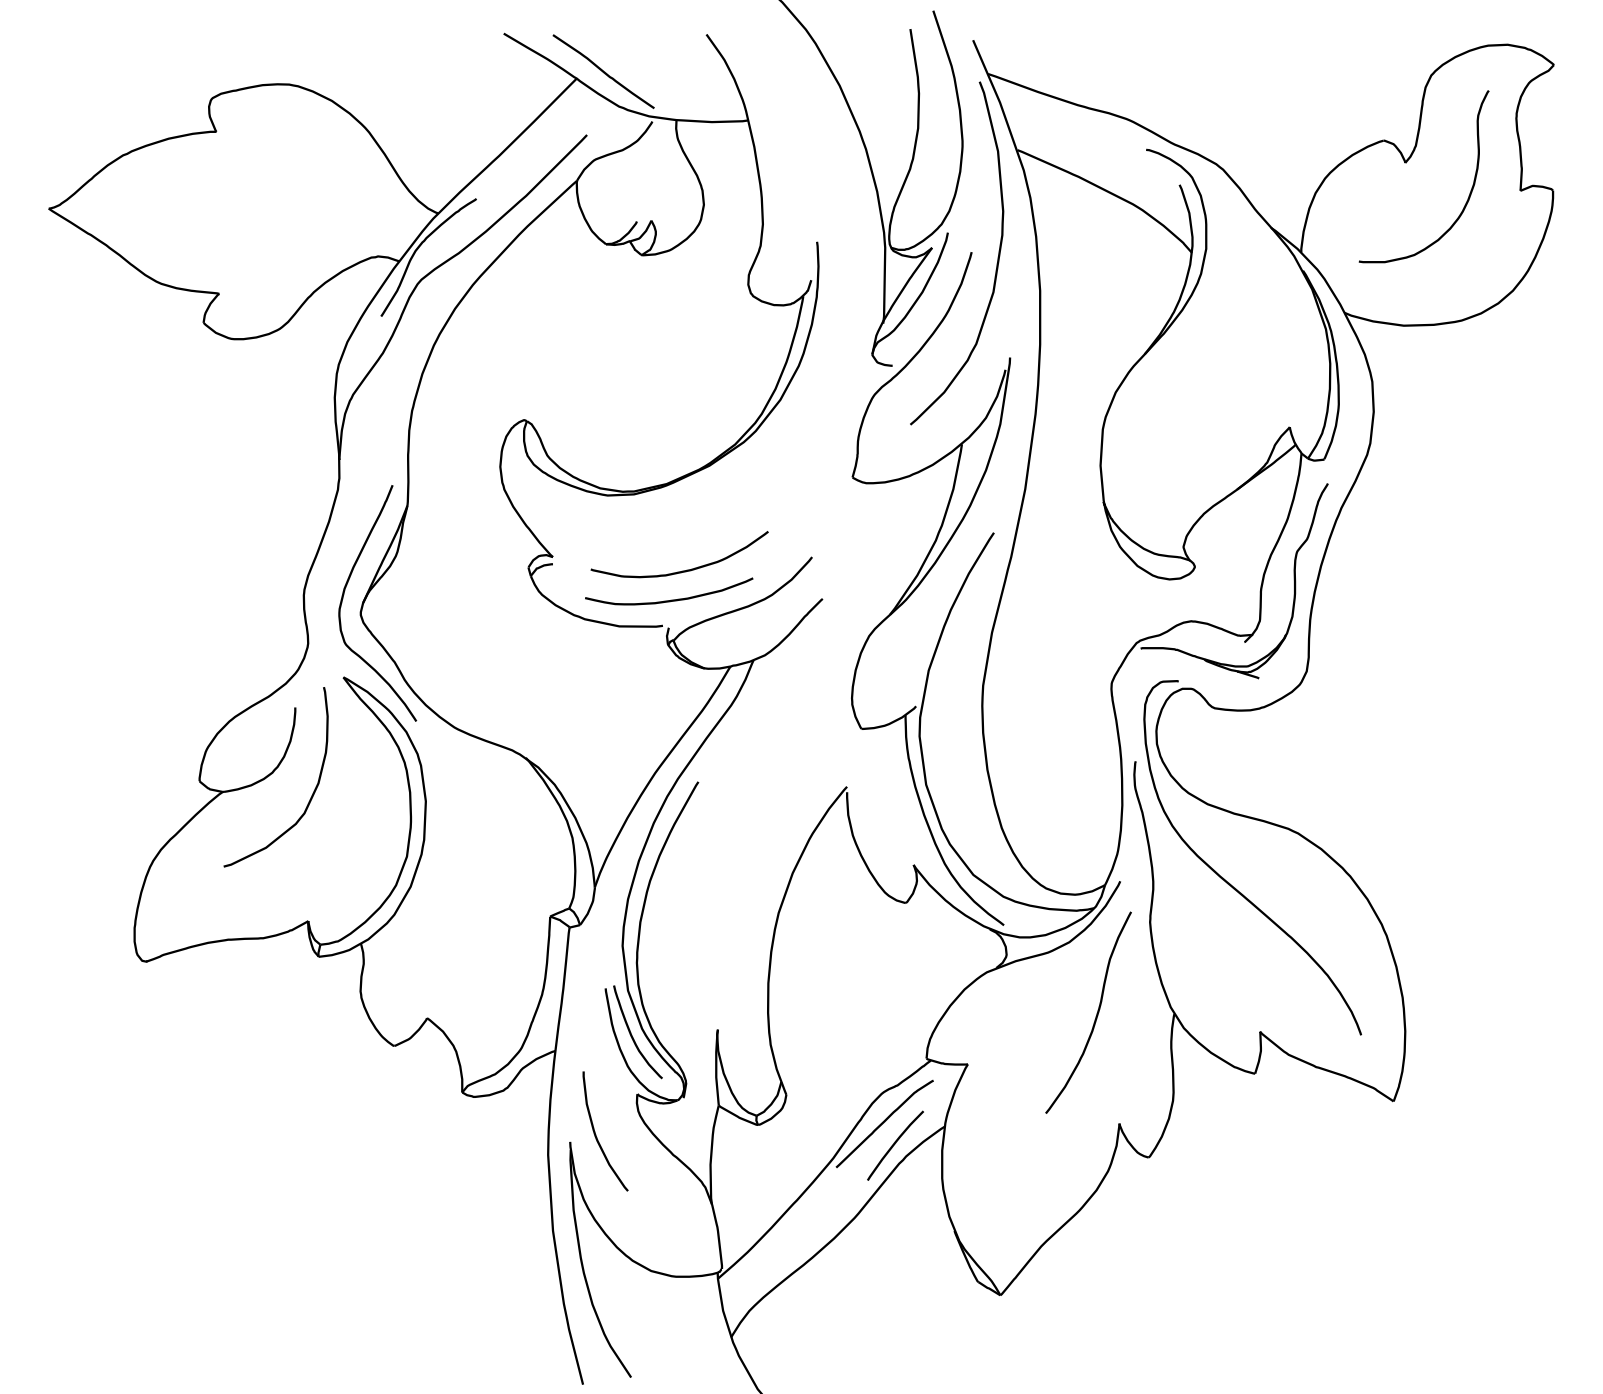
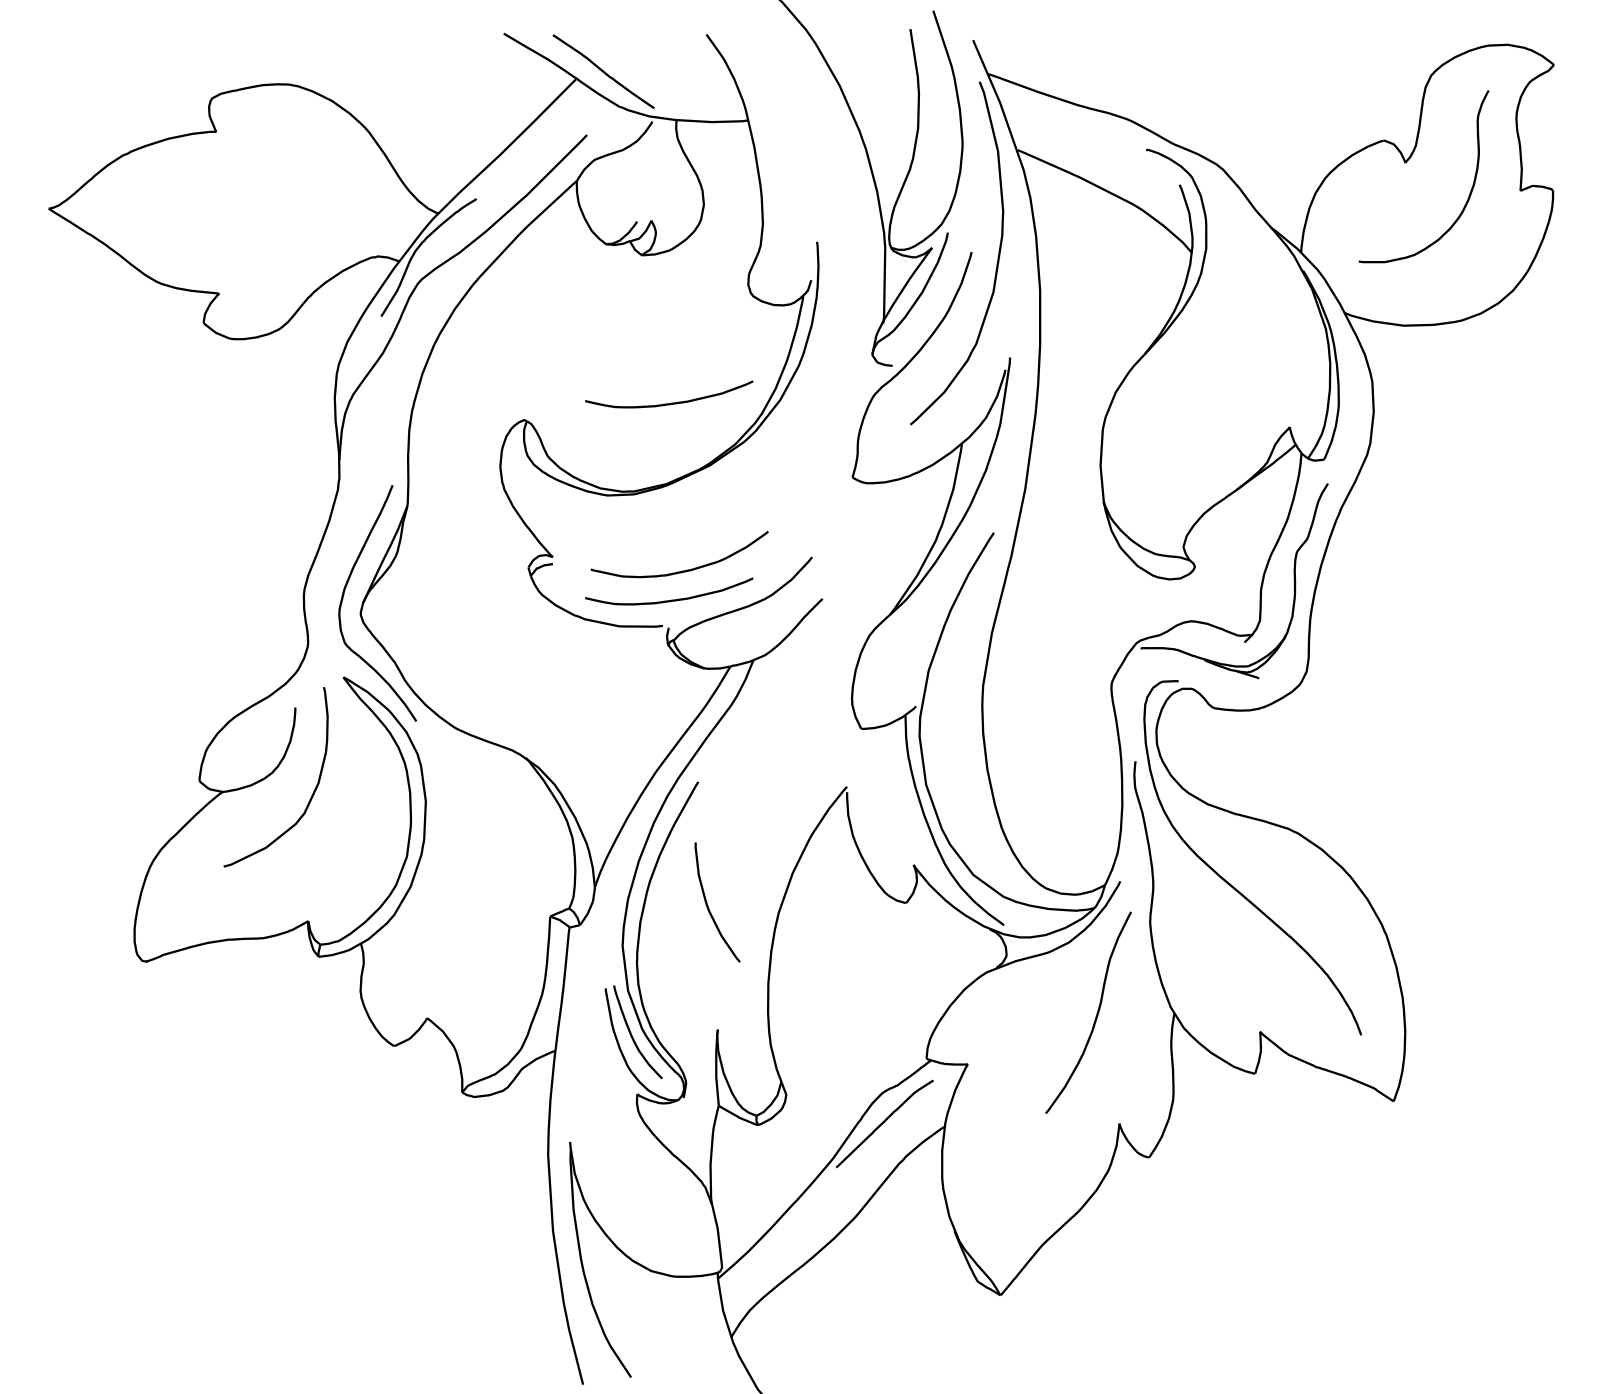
curve at (671, 402): none -> present
curve at (596, 1134) position: (596, 1134) -> (708, 905)
curve at (895, 1144): present -> none
